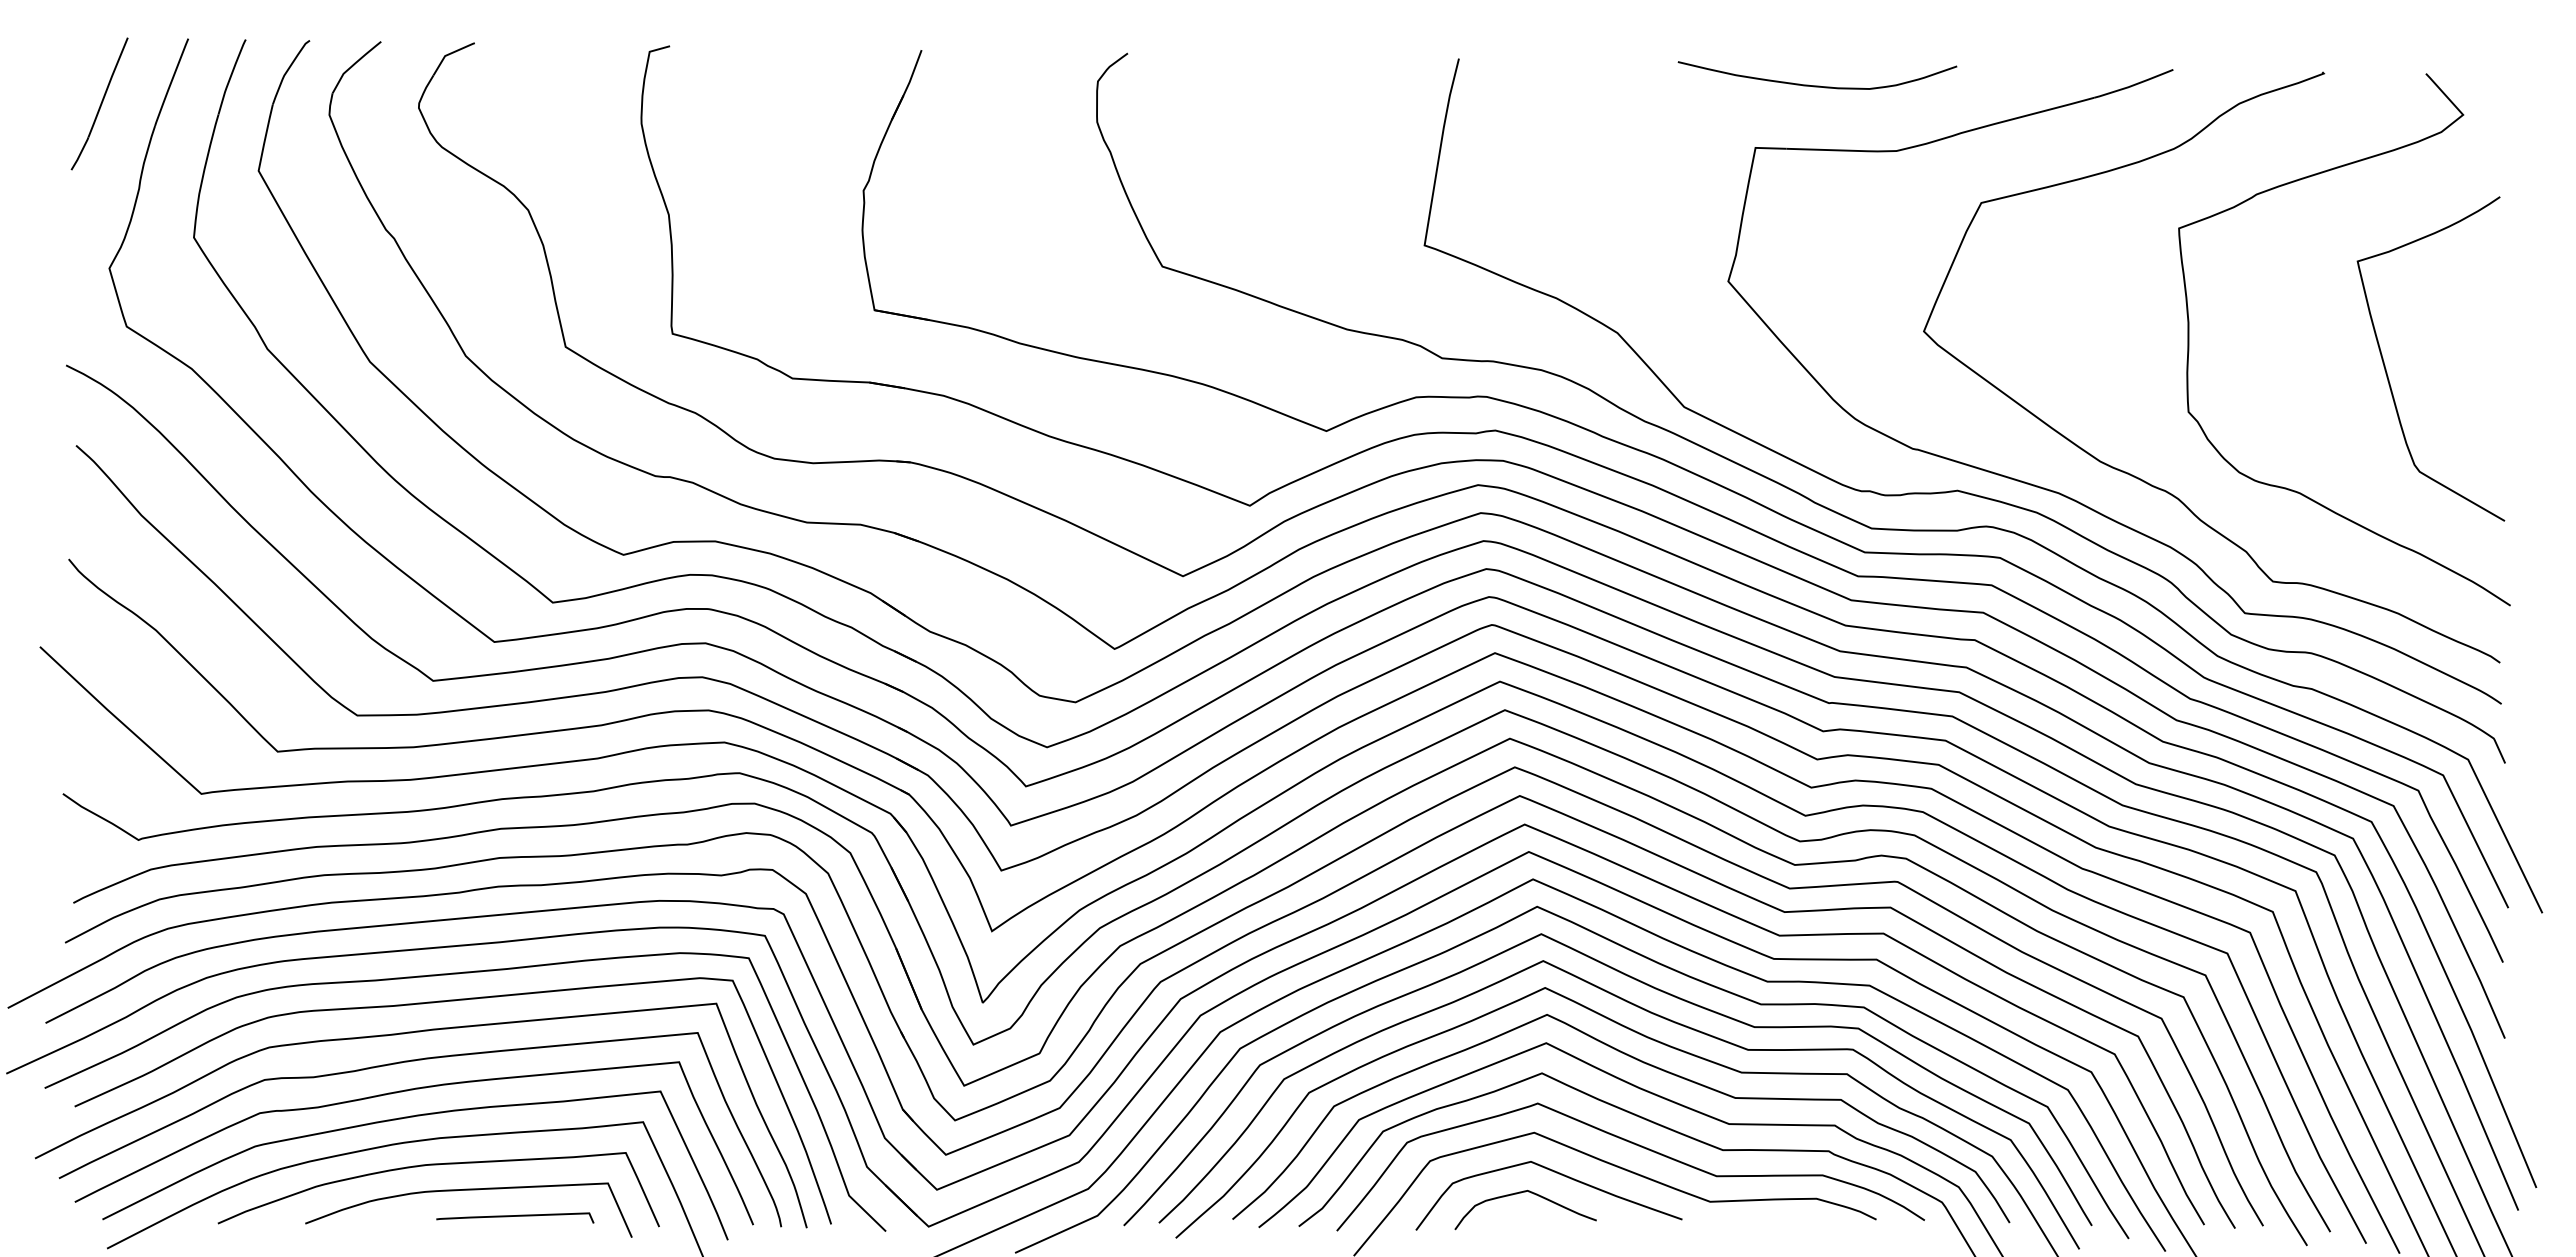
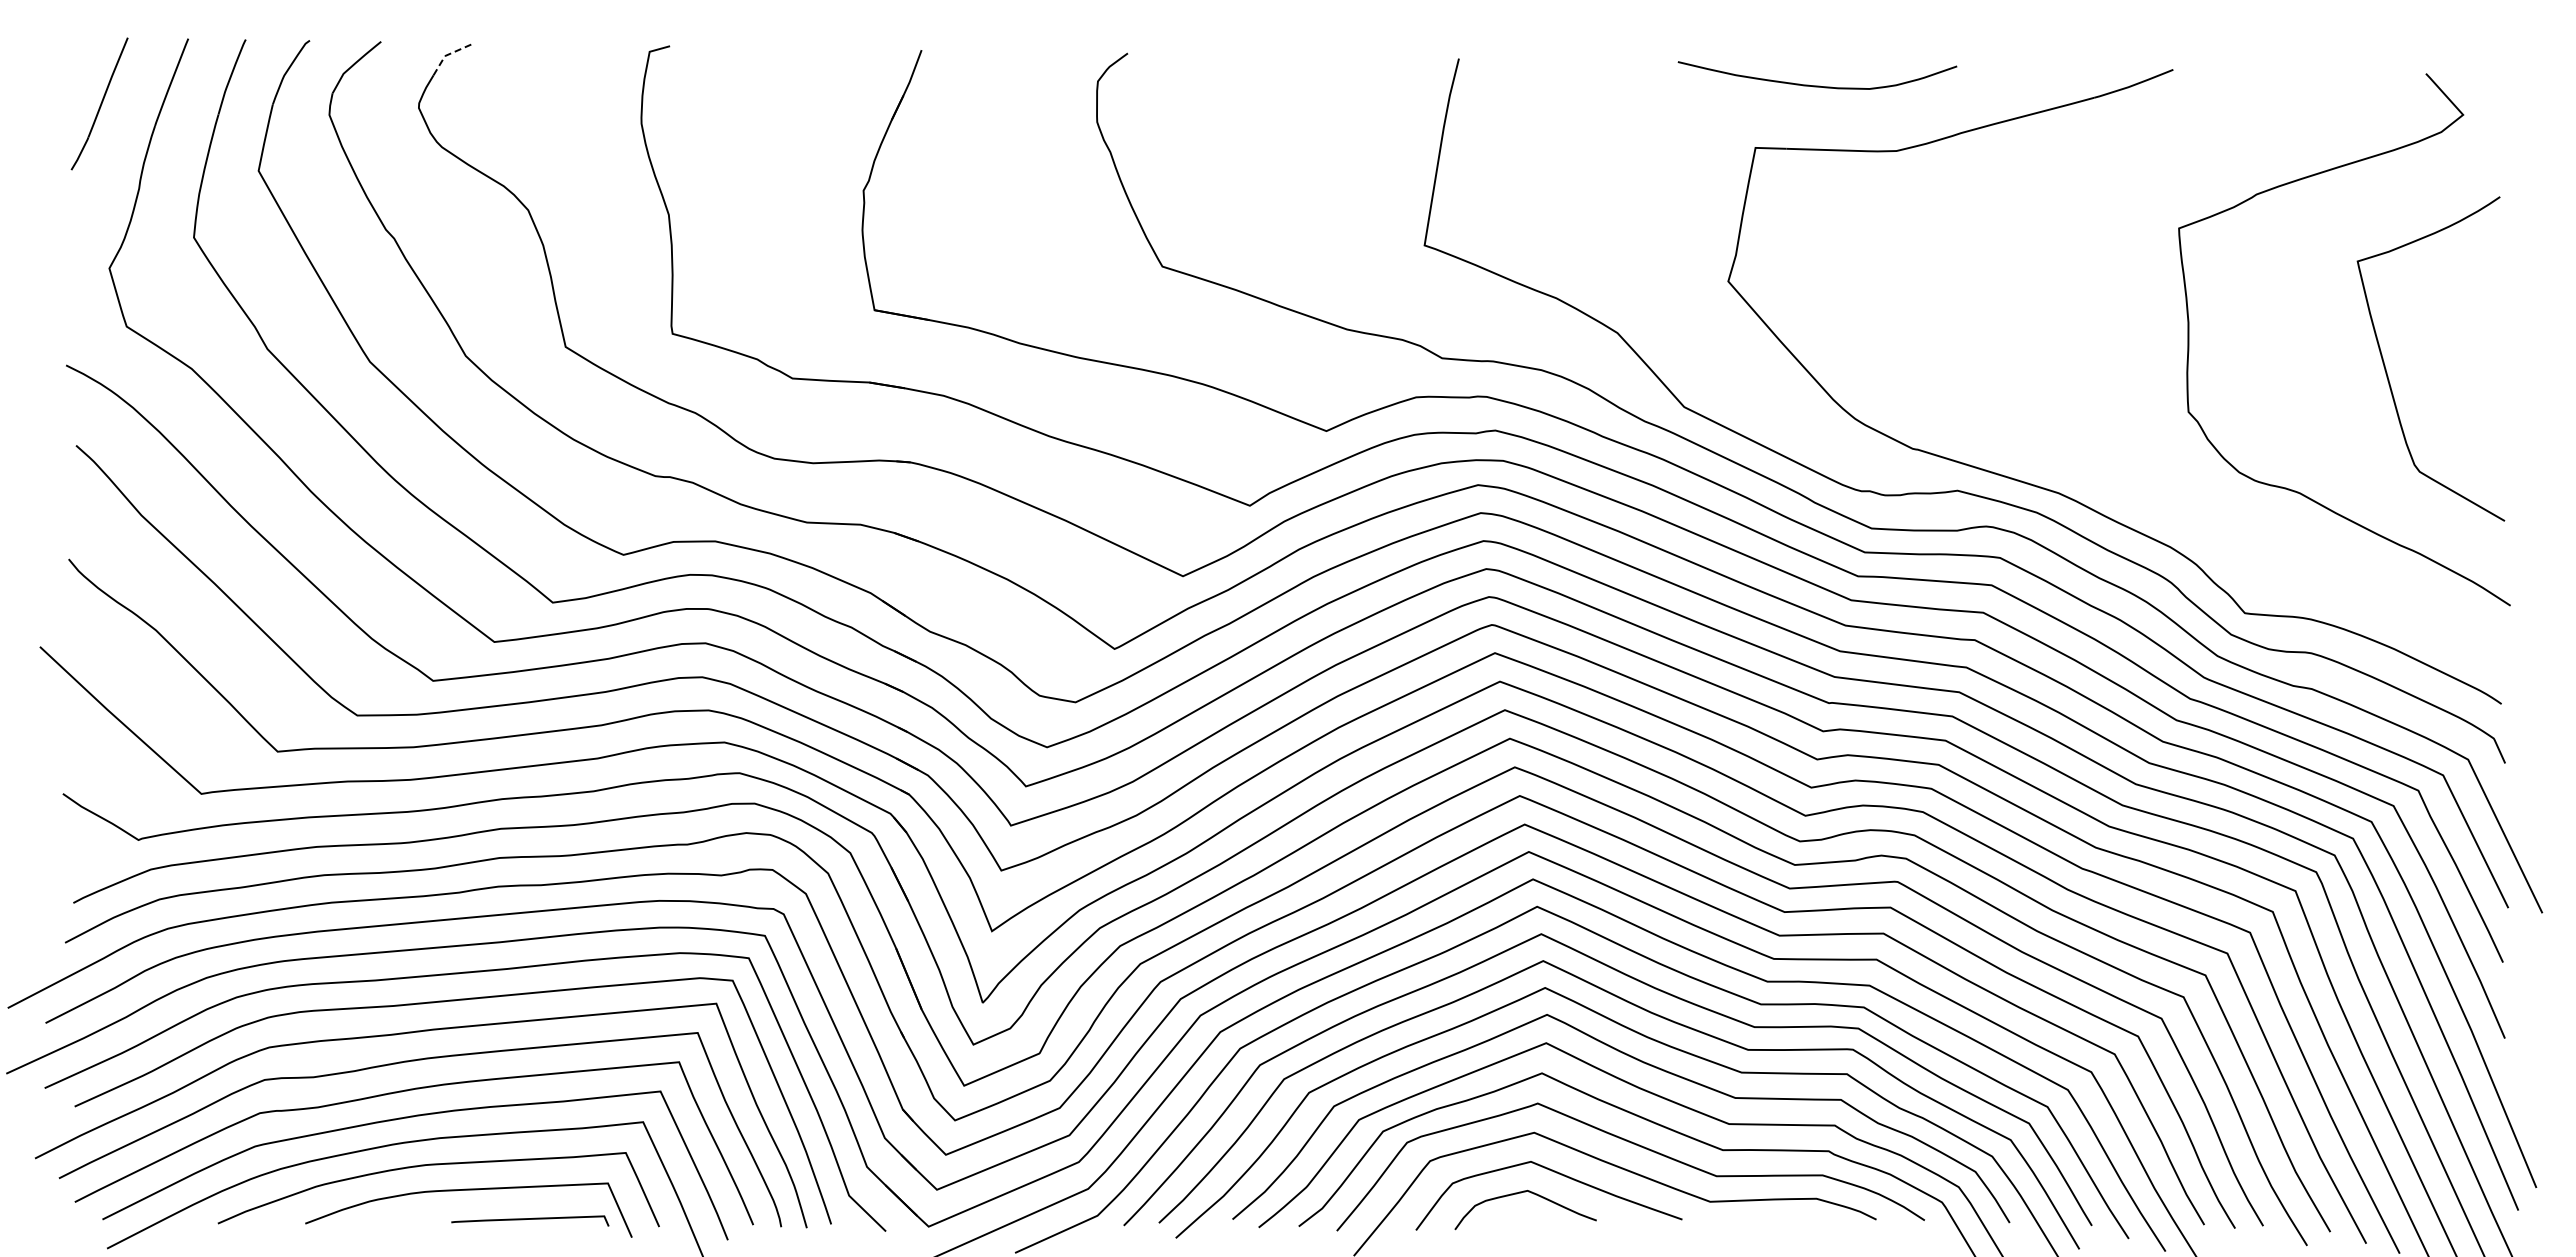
line at (450, 53): solid -> dashed
curve at (2164, 489): present -> none
line at (515, 1216) position: (515, 1216) -> (530, 1219)
